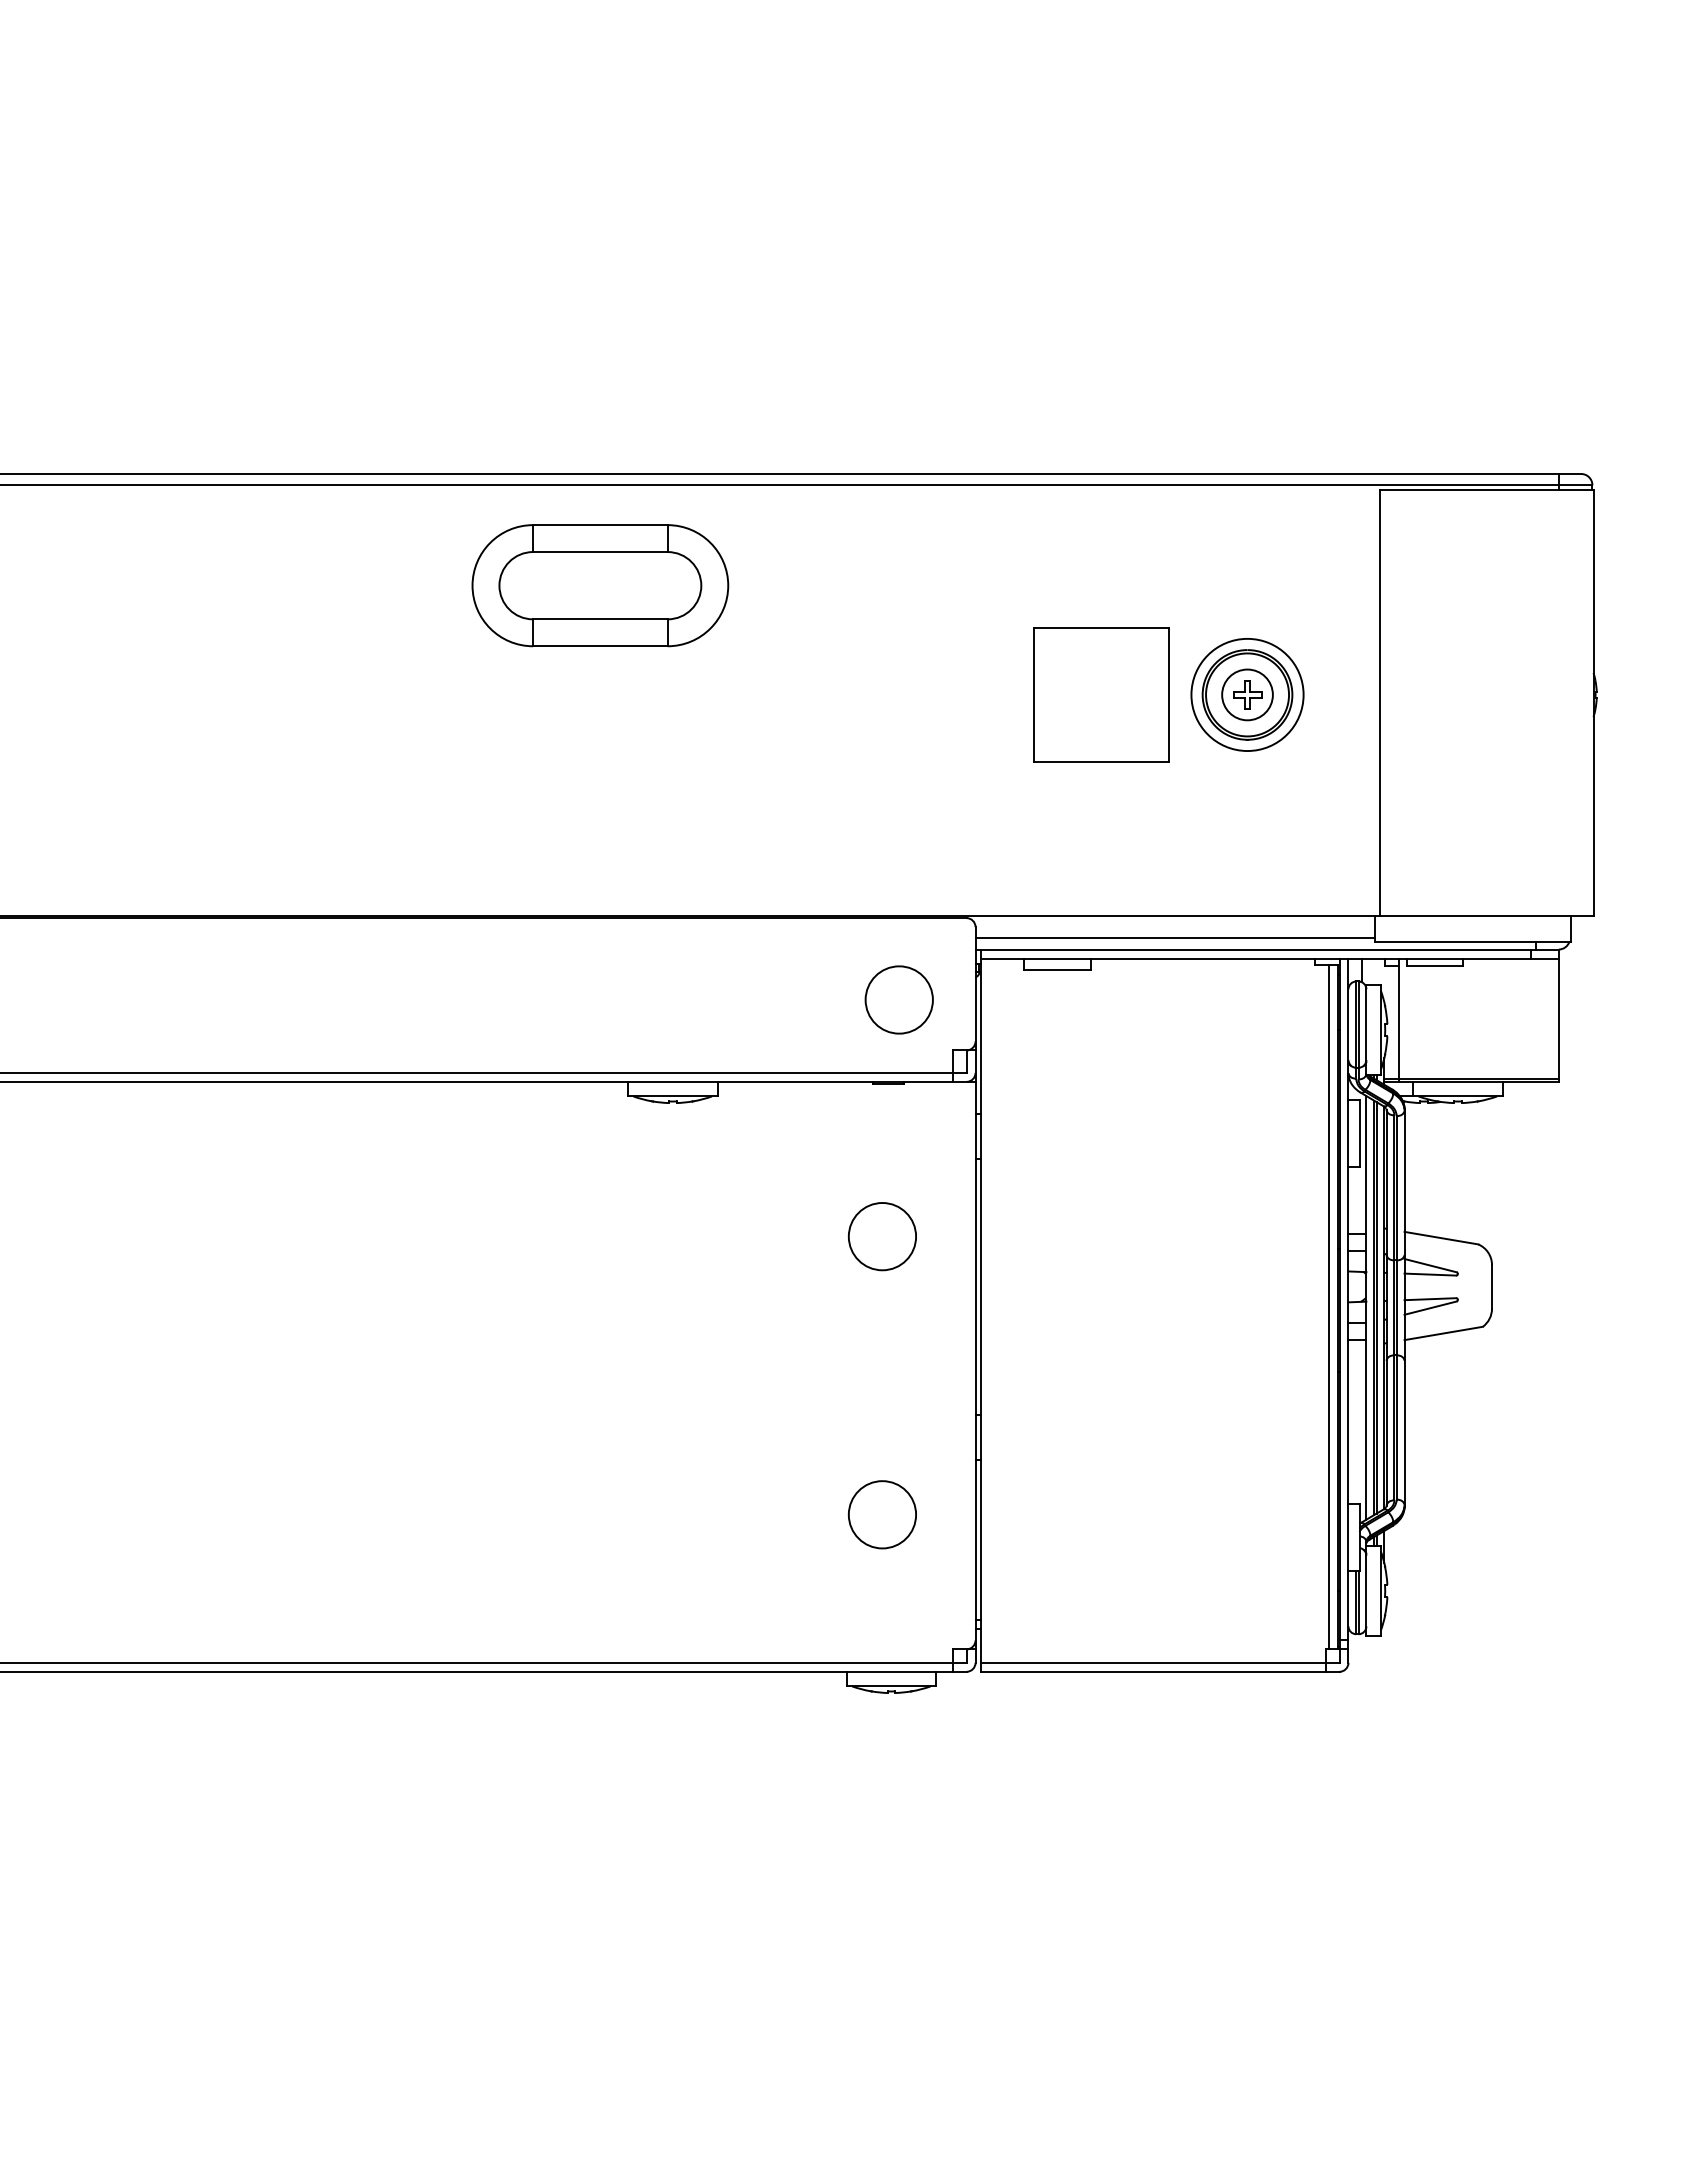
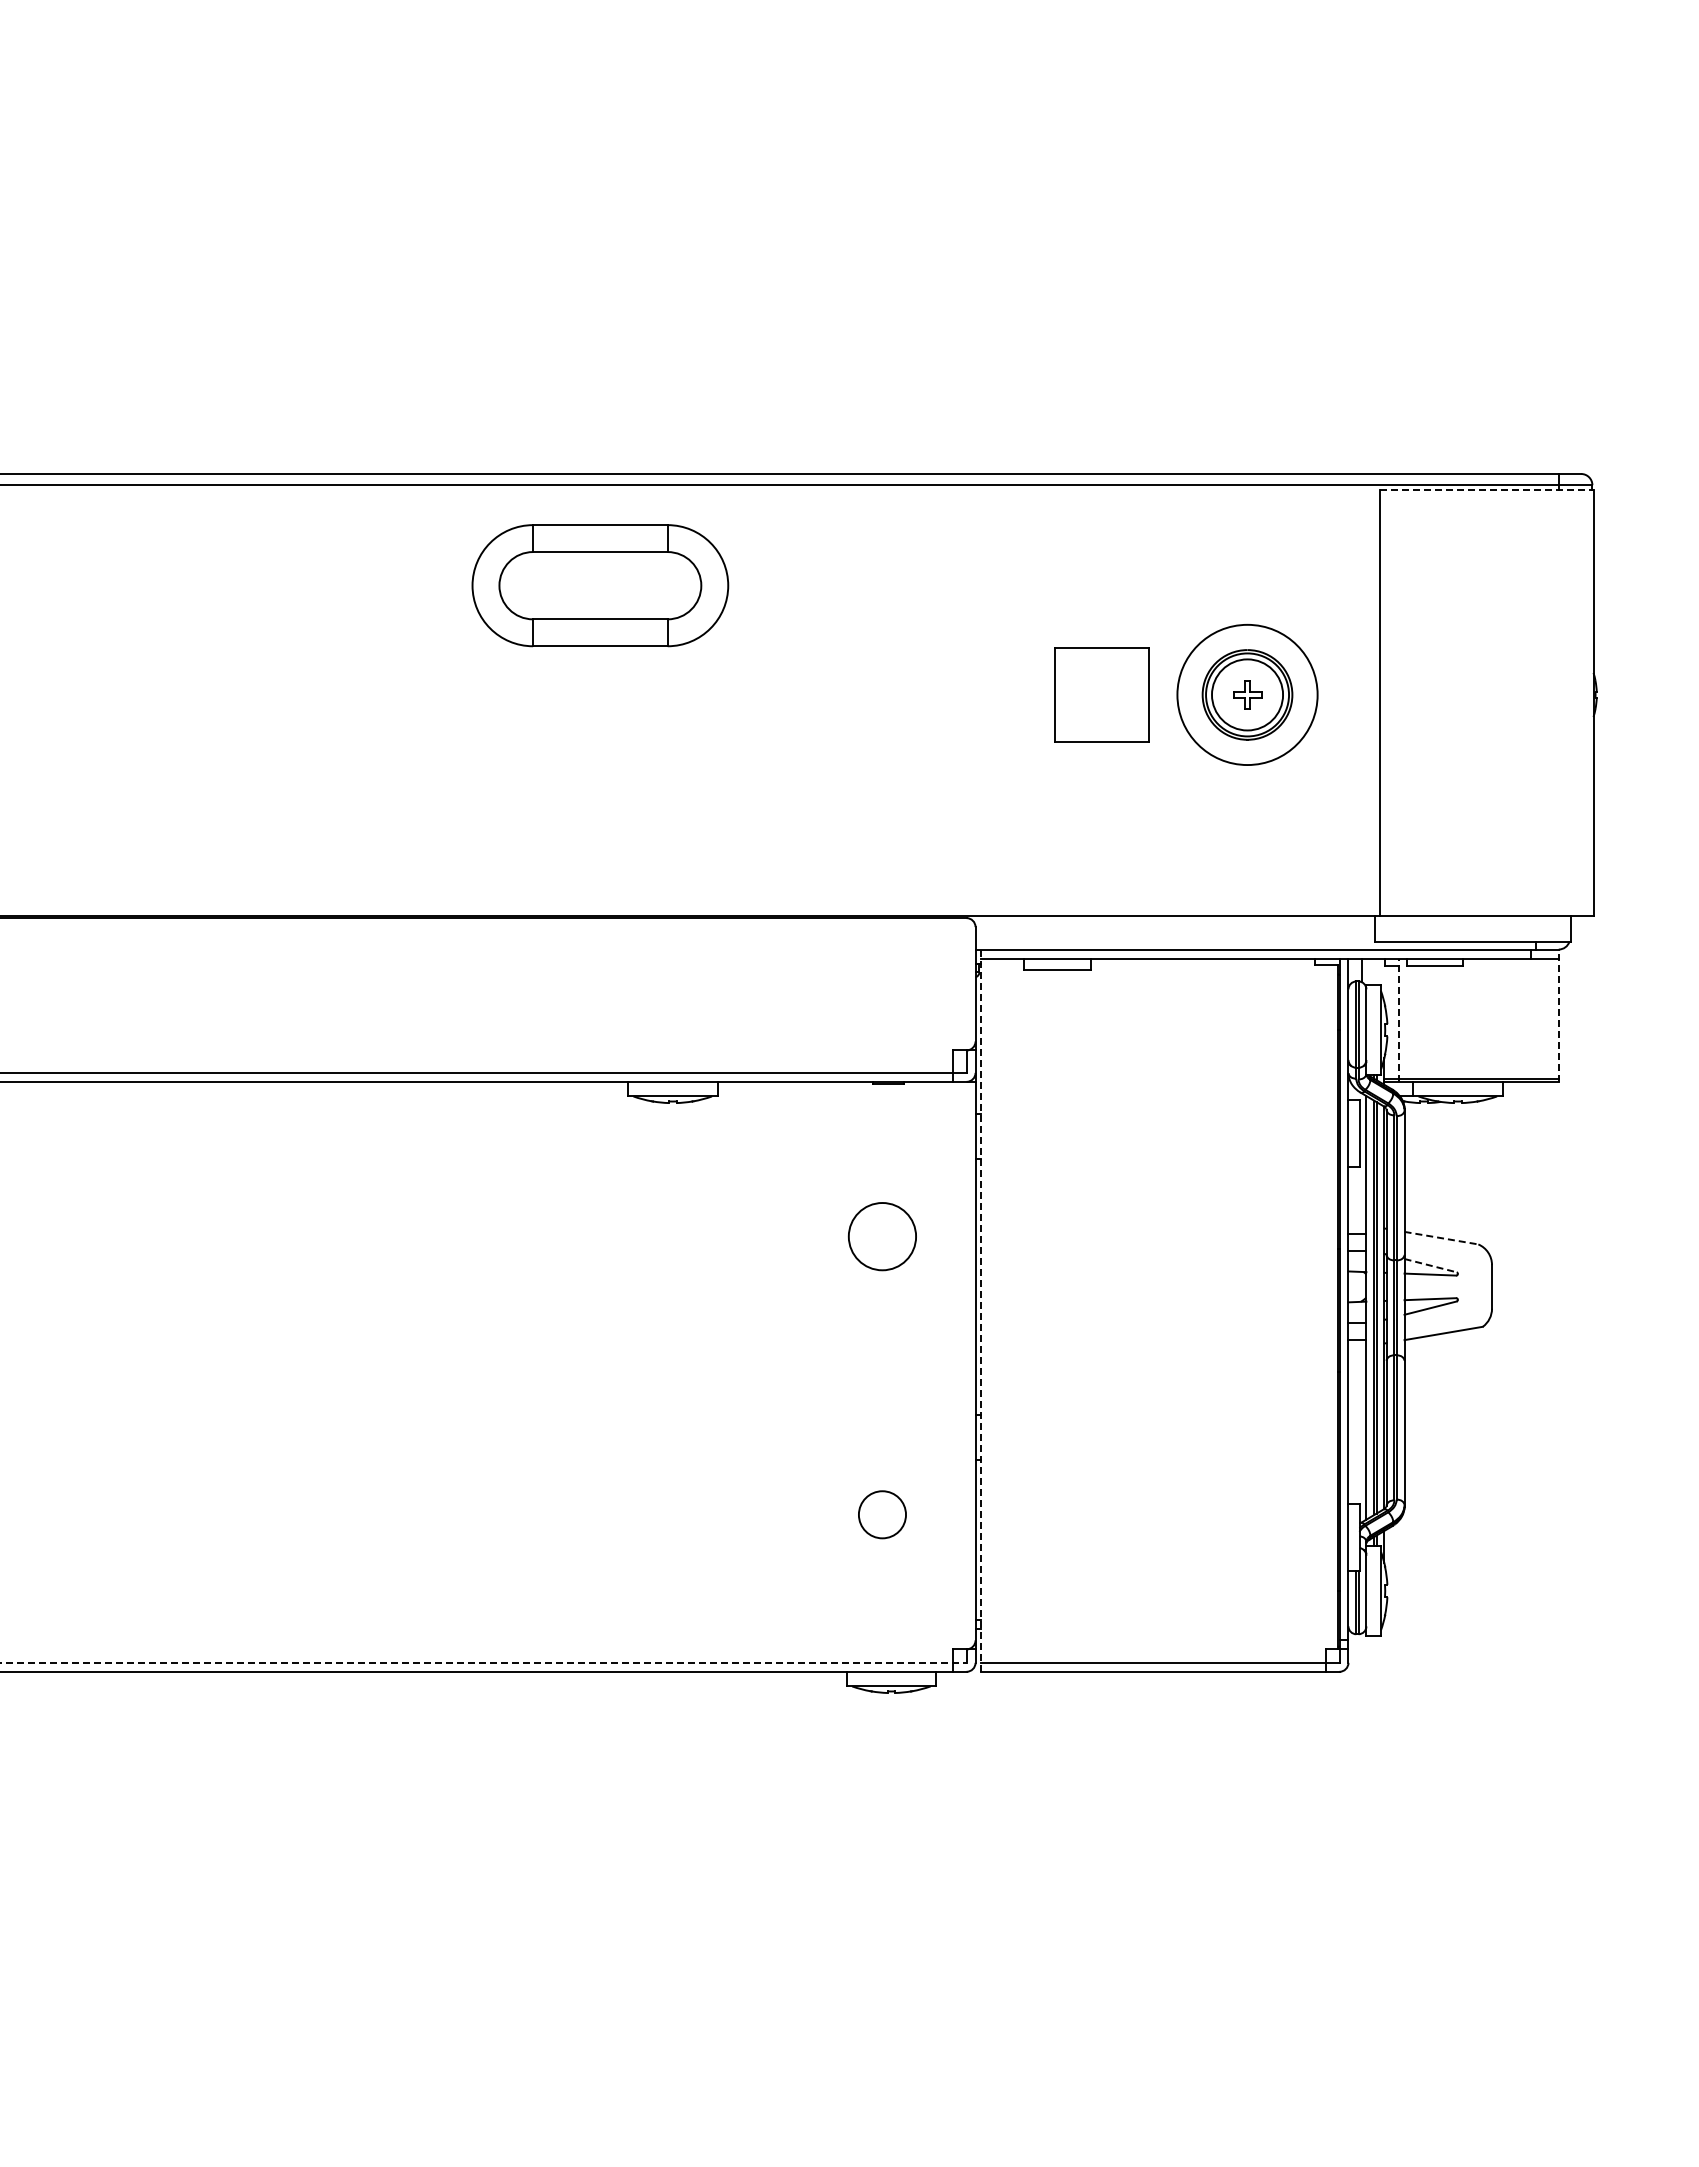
line at (1486, 489): solid -> dashed
part at (1101, 694) size: 137x136 px -> 96x96 px
circle at (1247, 694) diameter: 112 px -> 140 px
circle at (1247, 694) diameter: 51 px -> 71 px
line at (1174, 938): present -> none
circle at (898, 999): present -> none
line at (1558, 1015): solid -> dashed
line at (1398, 1020): solid -> dashed
line at (1441, 1238): solid -> dashed
line at (1430, 1265): solid -> dashed
line at (1328, 1307): present -> none
line at (981, 1310): solid -> dashed
circle at (882, 1514) diameter: 67 px -> 47 px
line at (483, 1662): solid -> dashed
